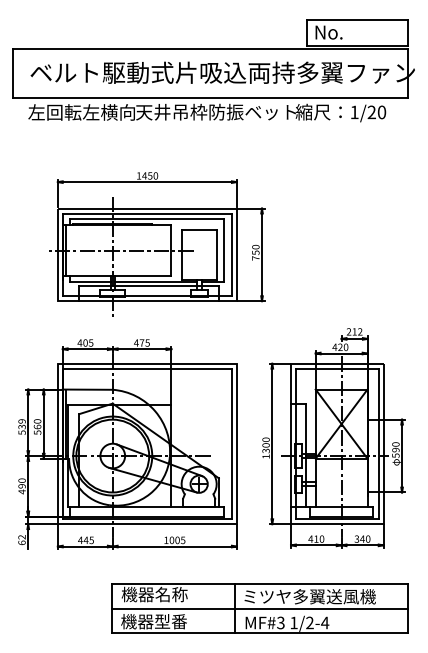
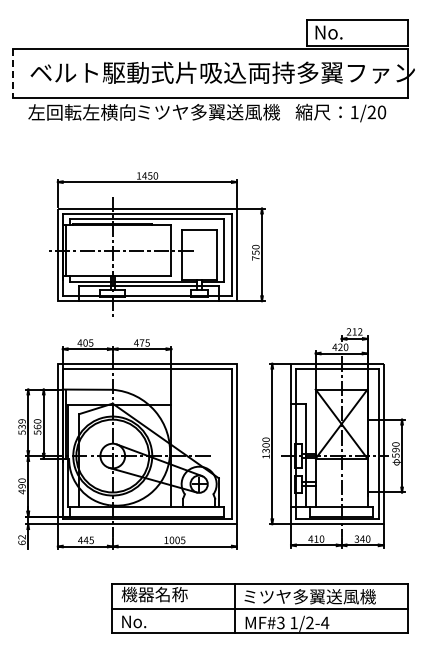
line at (12, 73): solid -> dashed
text at (215, 111): 天井吊枠防振ベット -> ミツヤ多翼送風機
text at (153, 621): 機器型番 -> No.
